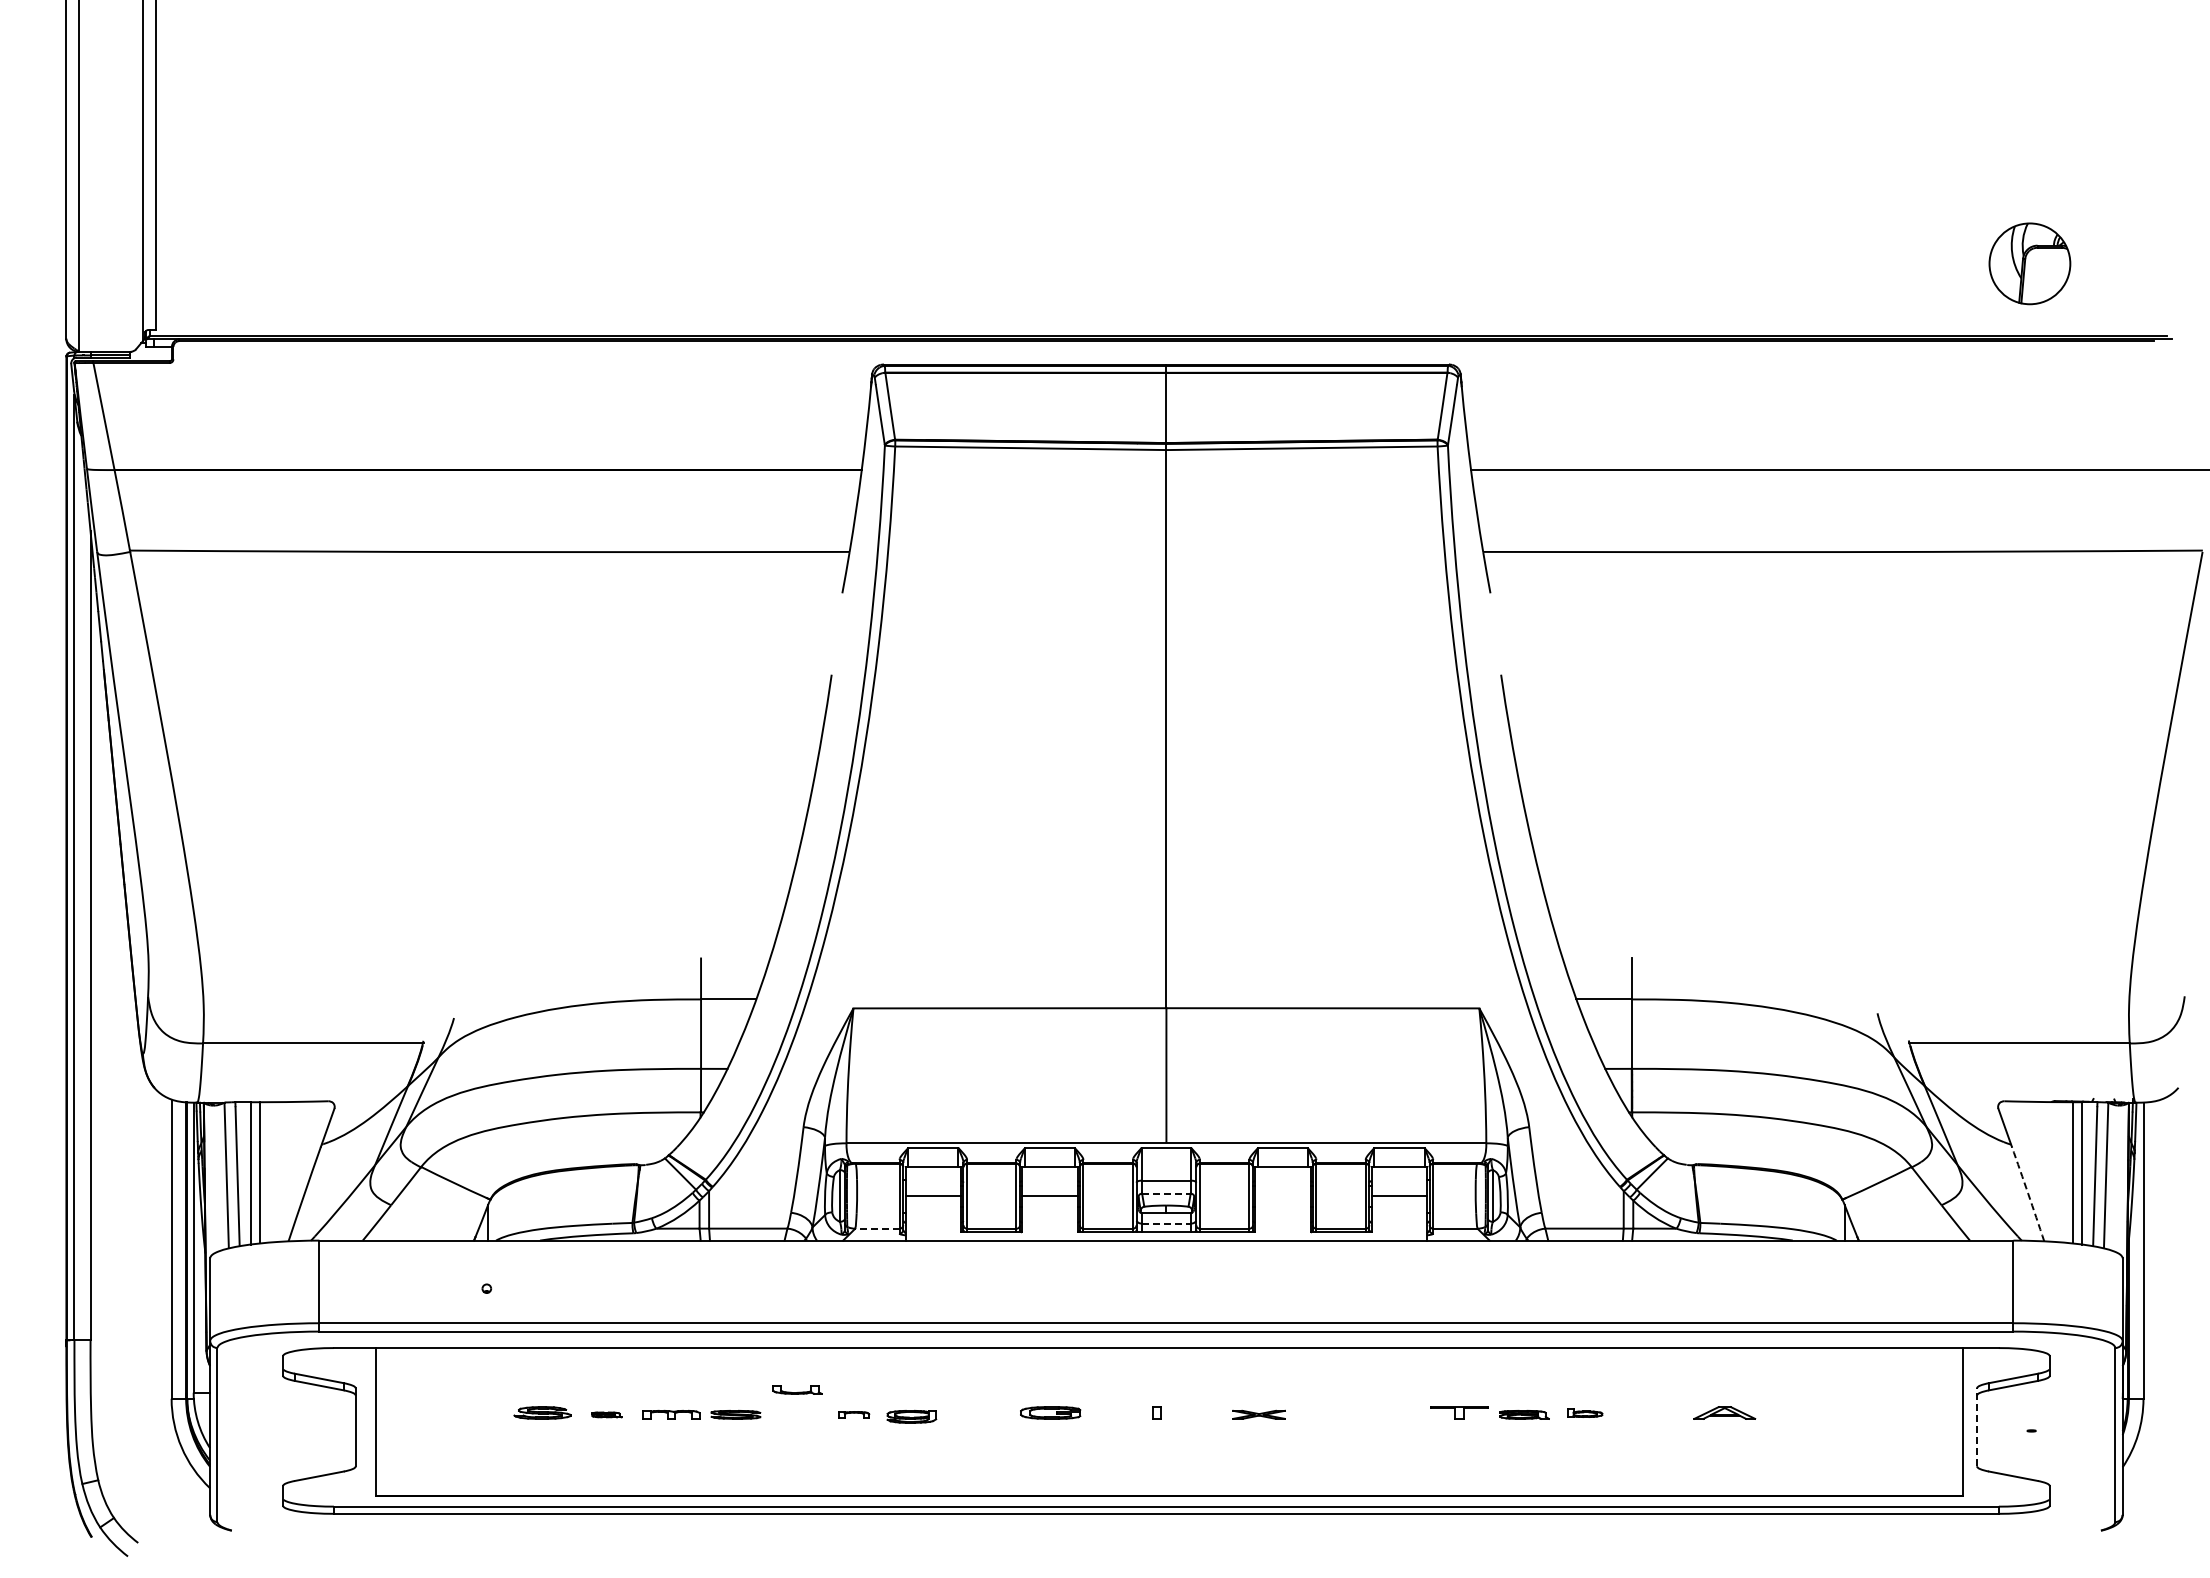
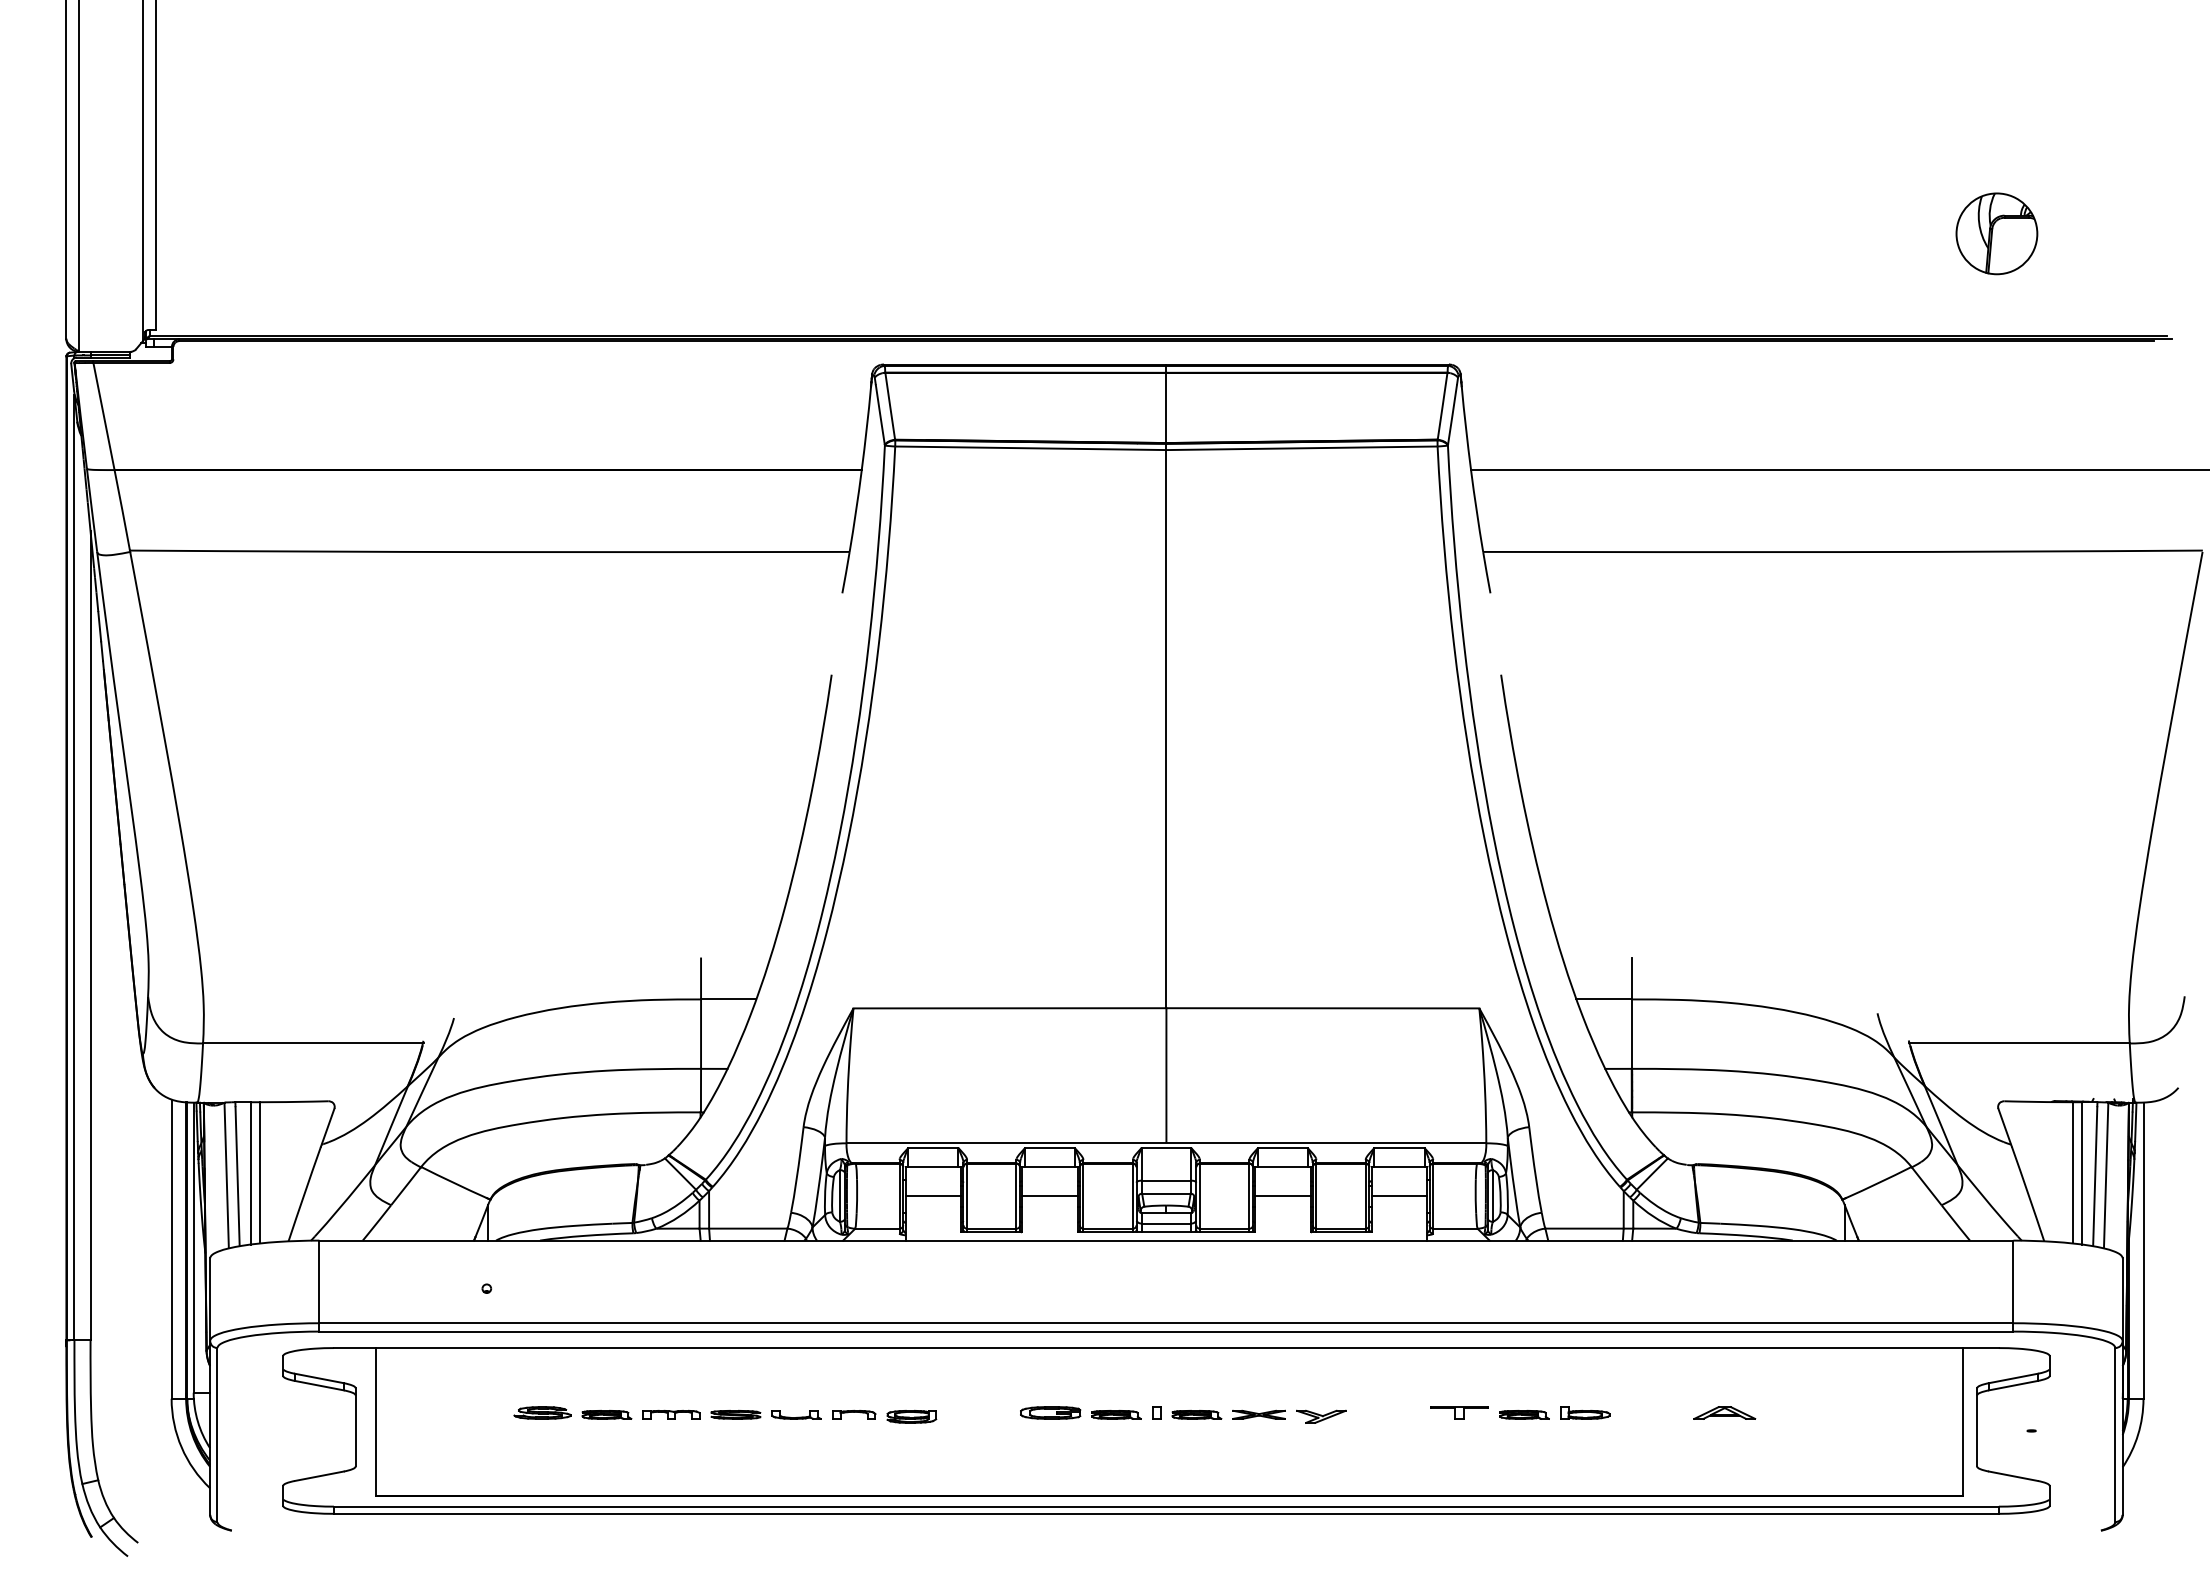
part at (2029, 263) position: (2029, 263) -> (1996, 233)
line at (1166, 1193): dashed -> solid
arc at (2028, 1193): dashed -> solid
line at (1282, 1195): none -> present
line at (1166, 1223): dashed -> solid
line at (876, 1228): dashed -> solid
part at (797, 1389) position: (797, 1389) -> (796, 1414)
part at (1585, 1412) size: 37x10 px -> 51x14 px
part at (606, 1414) size: 32x8 px -> 52x10 px
part at (854, 1414) size: 33x8 px -> 45x11 px
part at (1116, 1414): none -> present
part at (1196, 1414): none -> present
part at (1321, 1416): none -> present
line at (1977, 1427): dashed -> solid
